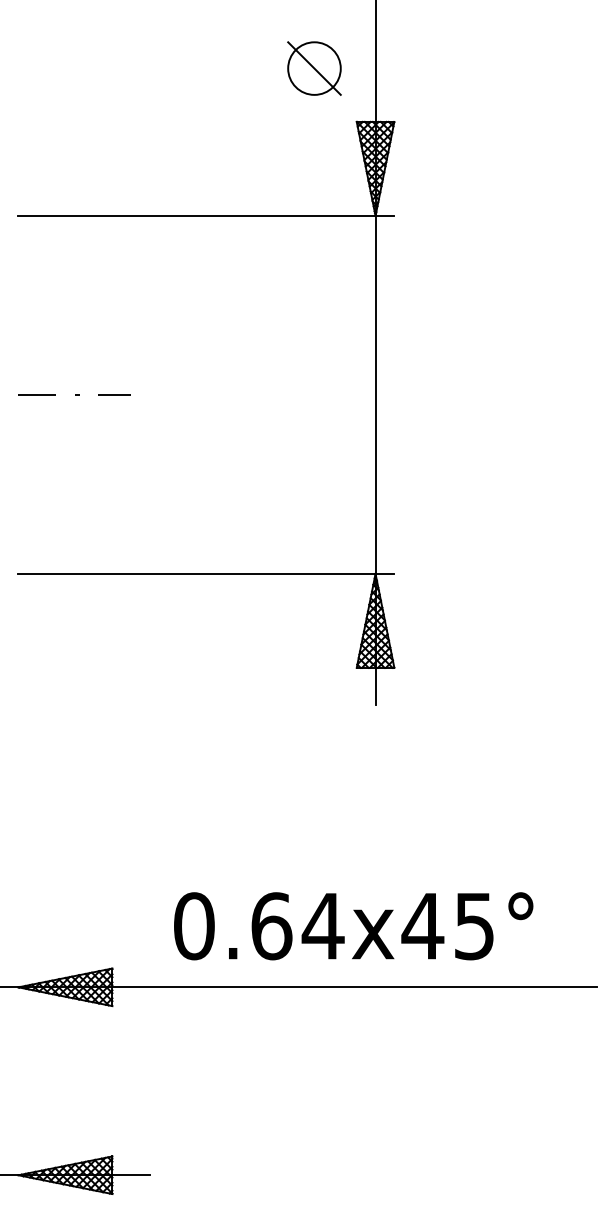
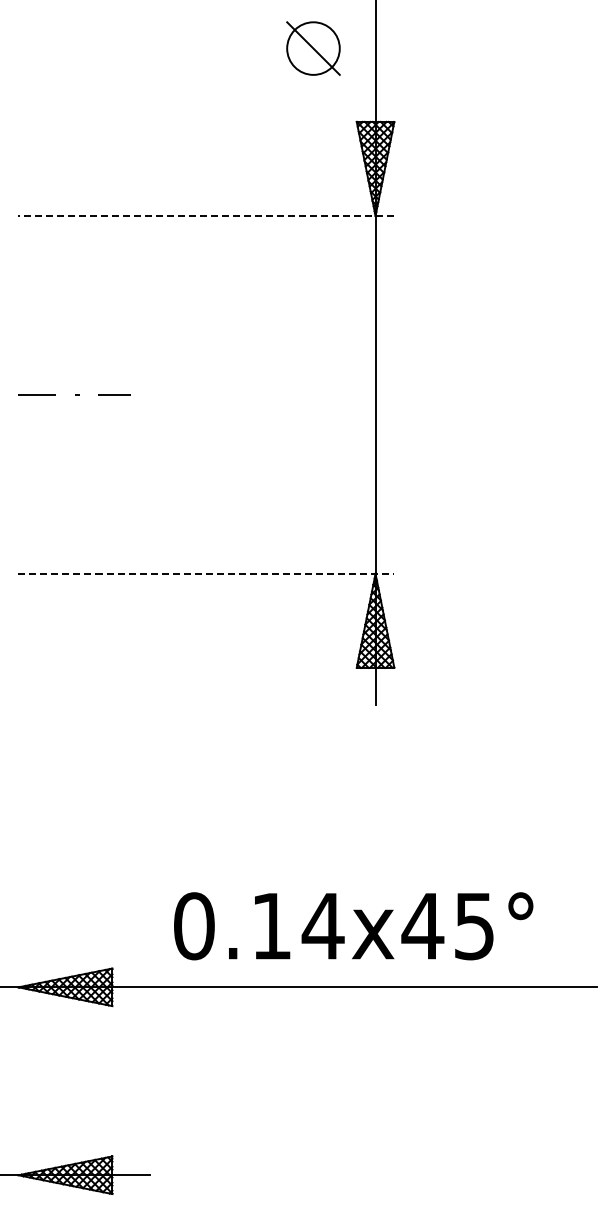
part at (314, 68) position: (314, 68) -> (313, 48)
line at (206, 215): solid -> dashed
line at (206, 573): solid -> dashed
text at (271, 926): 0.64x45° -> 0.14x45°
